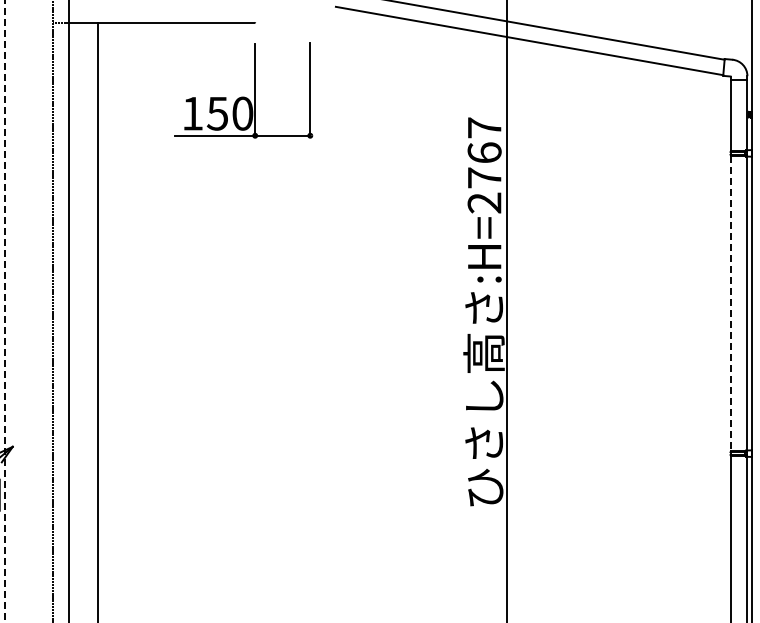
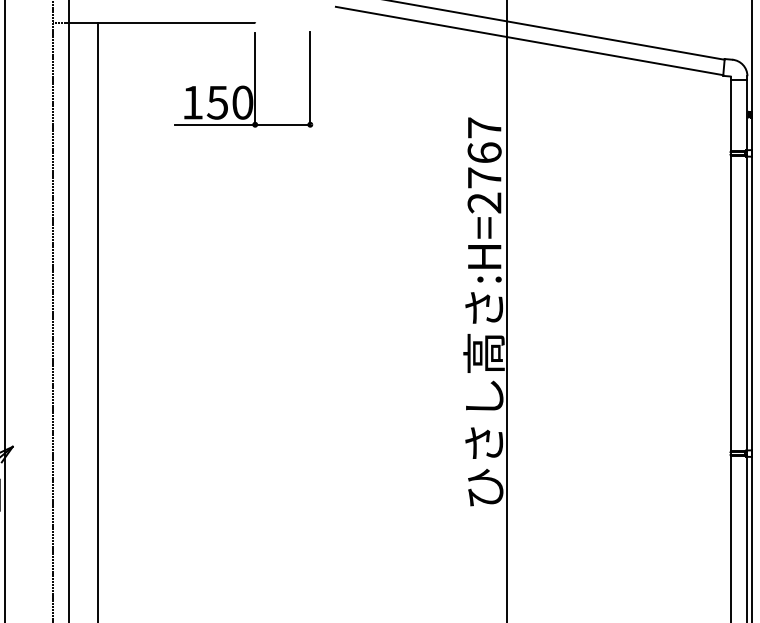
part at (243, 90) position: (243, 90) -> (243, 79)
line at (731, 303): dashed -> solid
line at (4, 312): dashed -> solid
